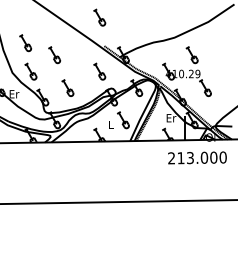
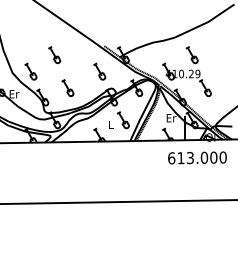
part at (99, 17): present -> none
part at (25, 43): present -> none
text at (171, 158): 213.000 -> 613.000
